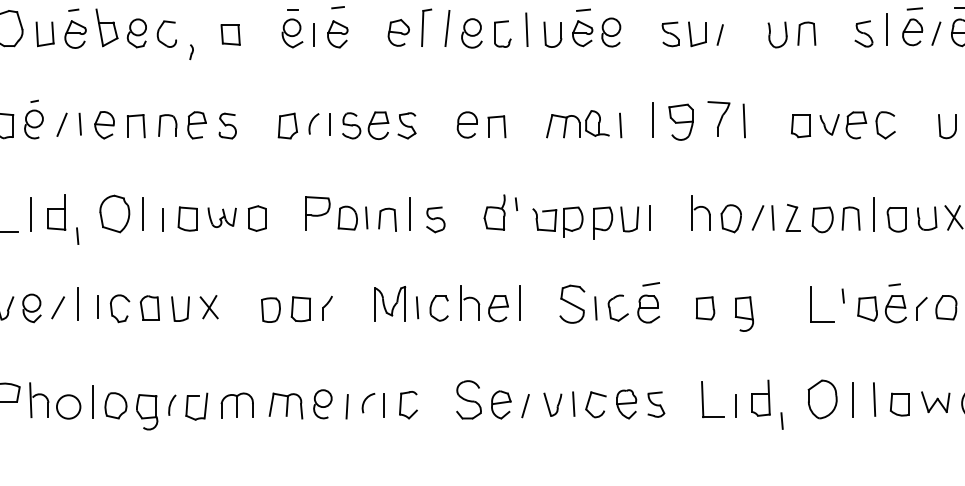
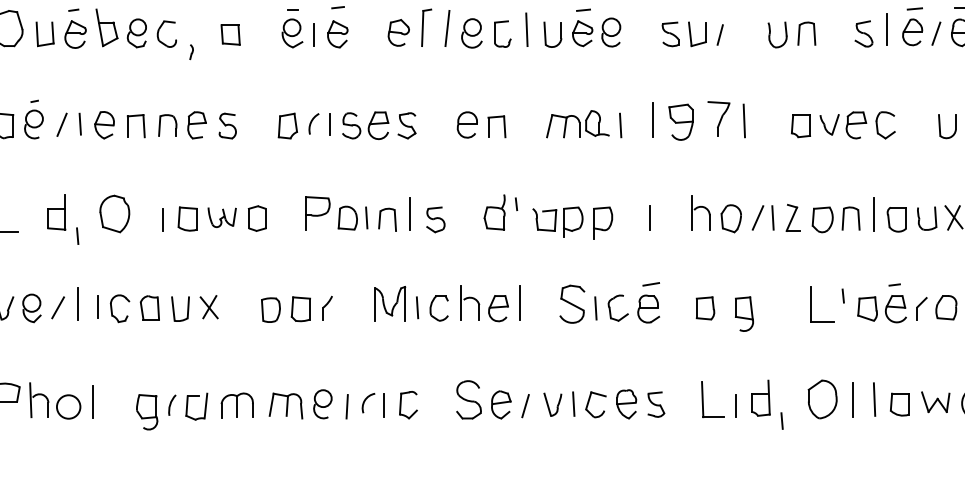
line at (143, 213): present -> none
line at (31, 214): present -> none
part at (629, 219): present -> none
part at (115, 405): present -> none
